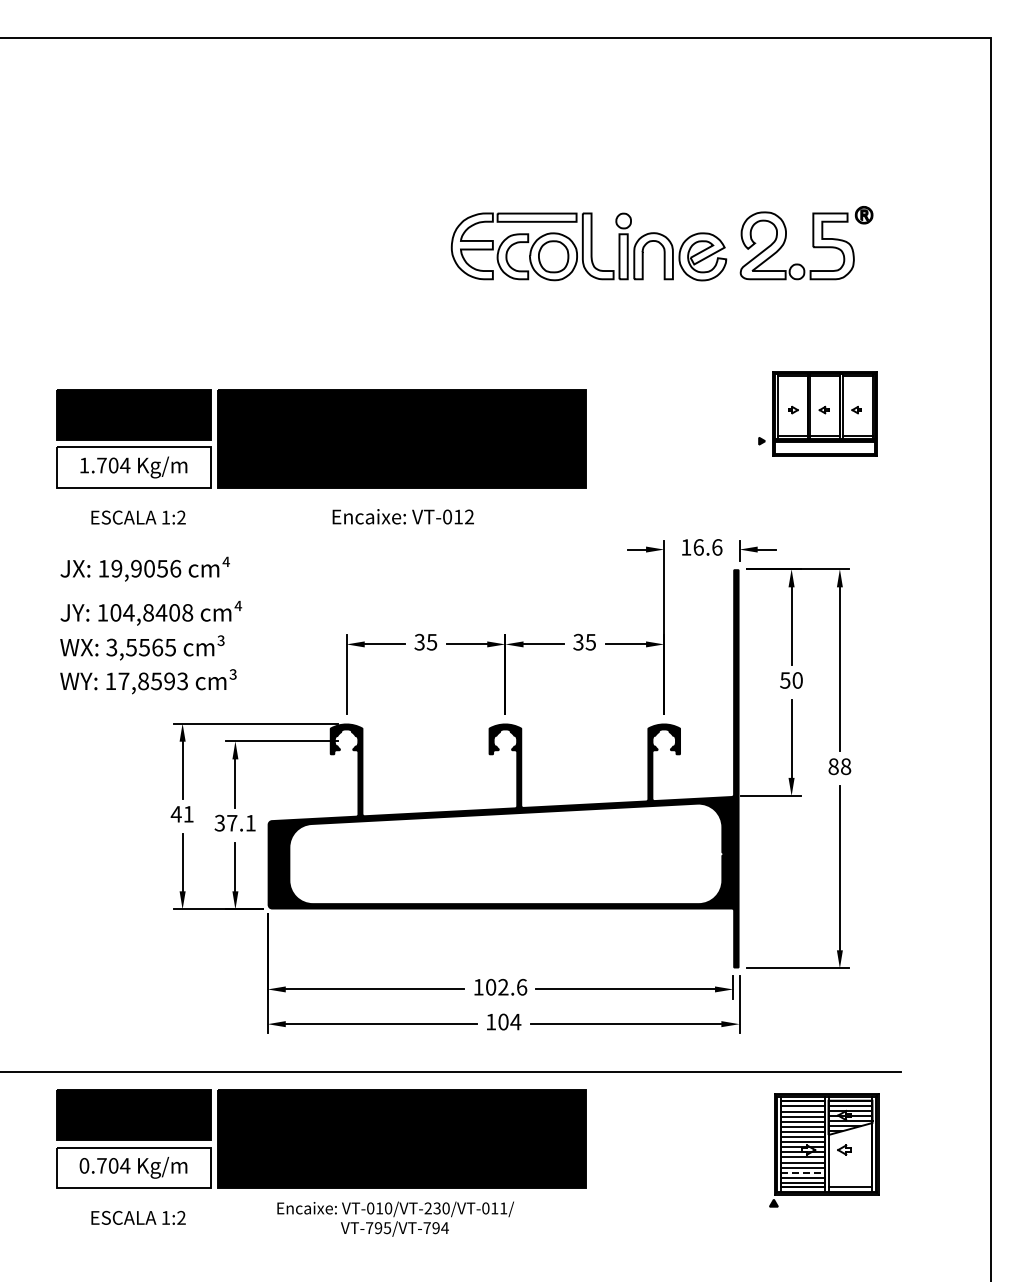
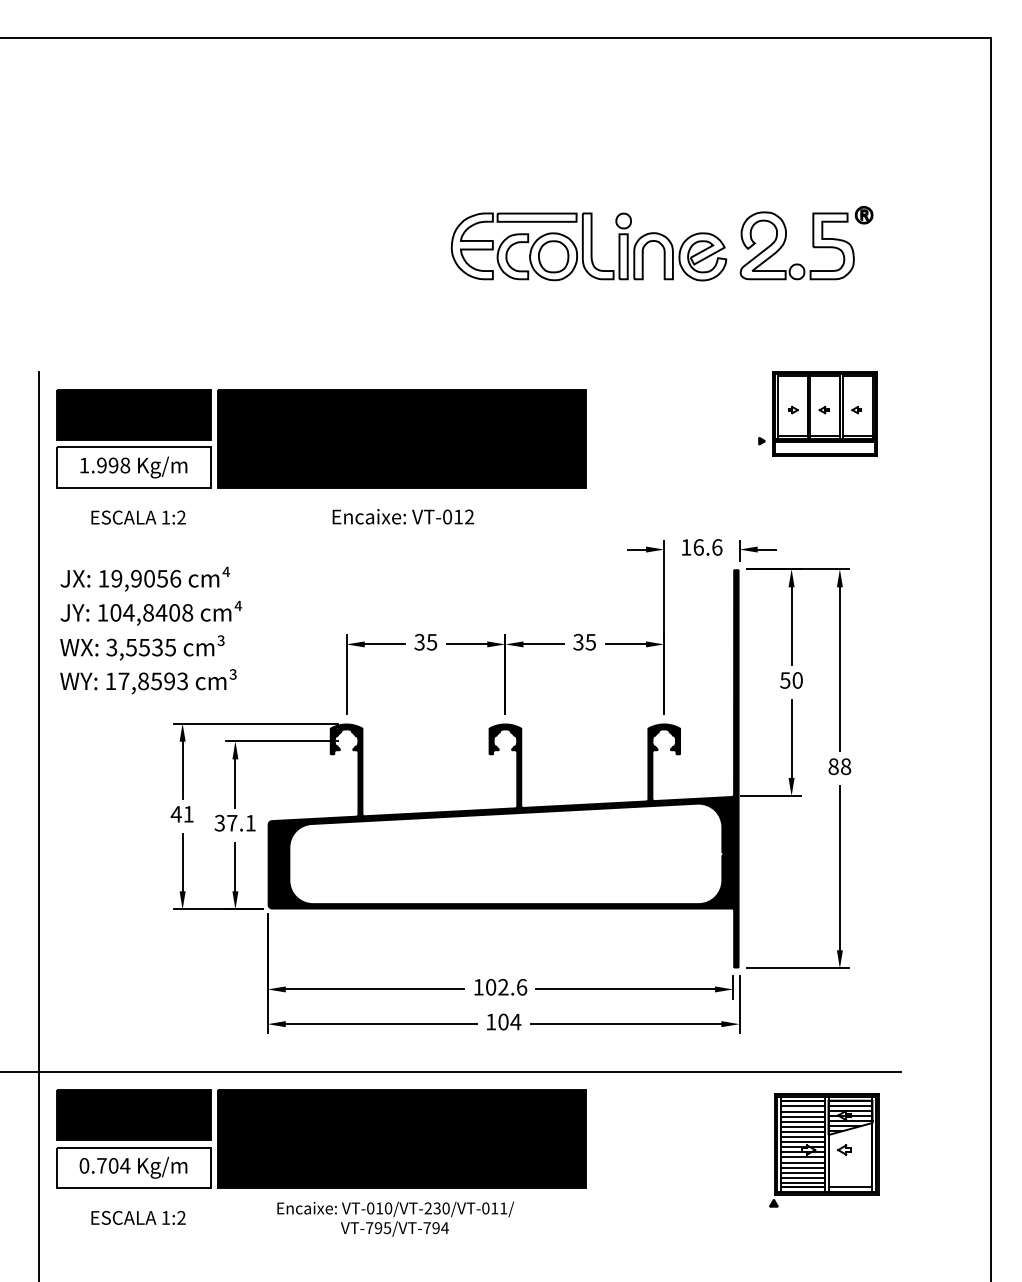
text at (113, 465): 1.704 -> 1.998
text at (144, 568) position: (144, 568) -> (144, 578)
text at (157, 647): 3,5565 -> 3,5535
line at (38, 824): none -> present
line at (803, 1172): dashed -> solid
